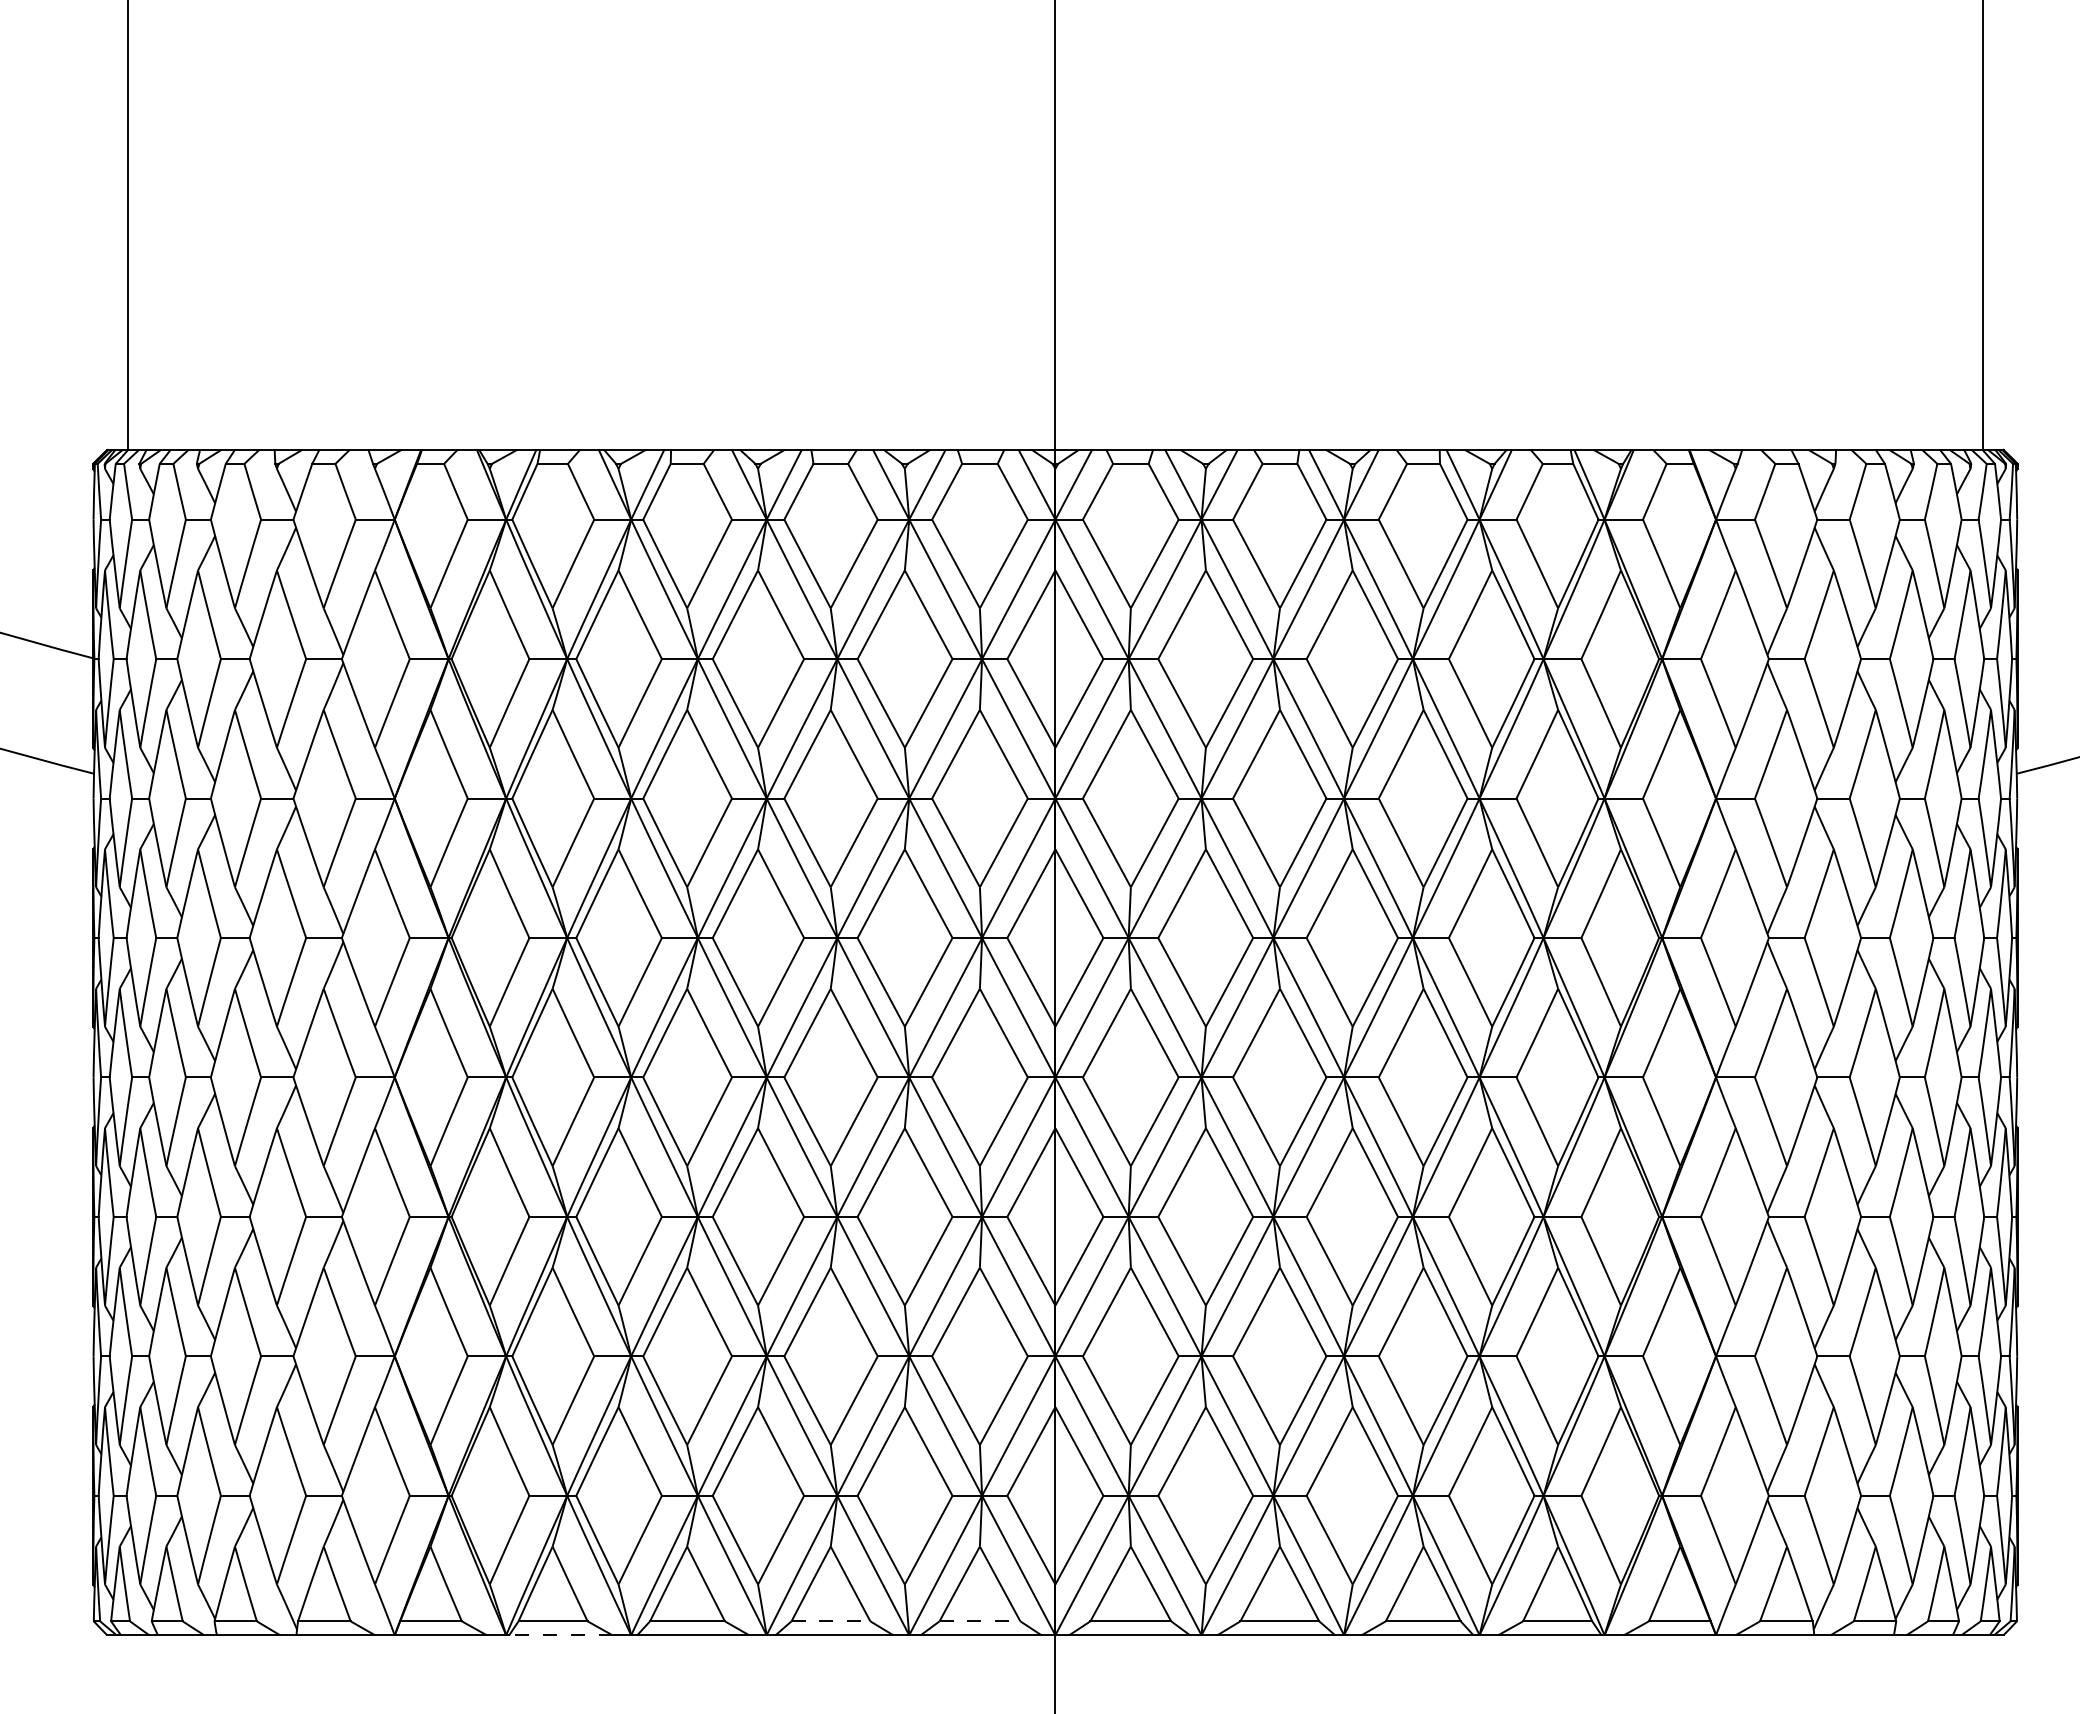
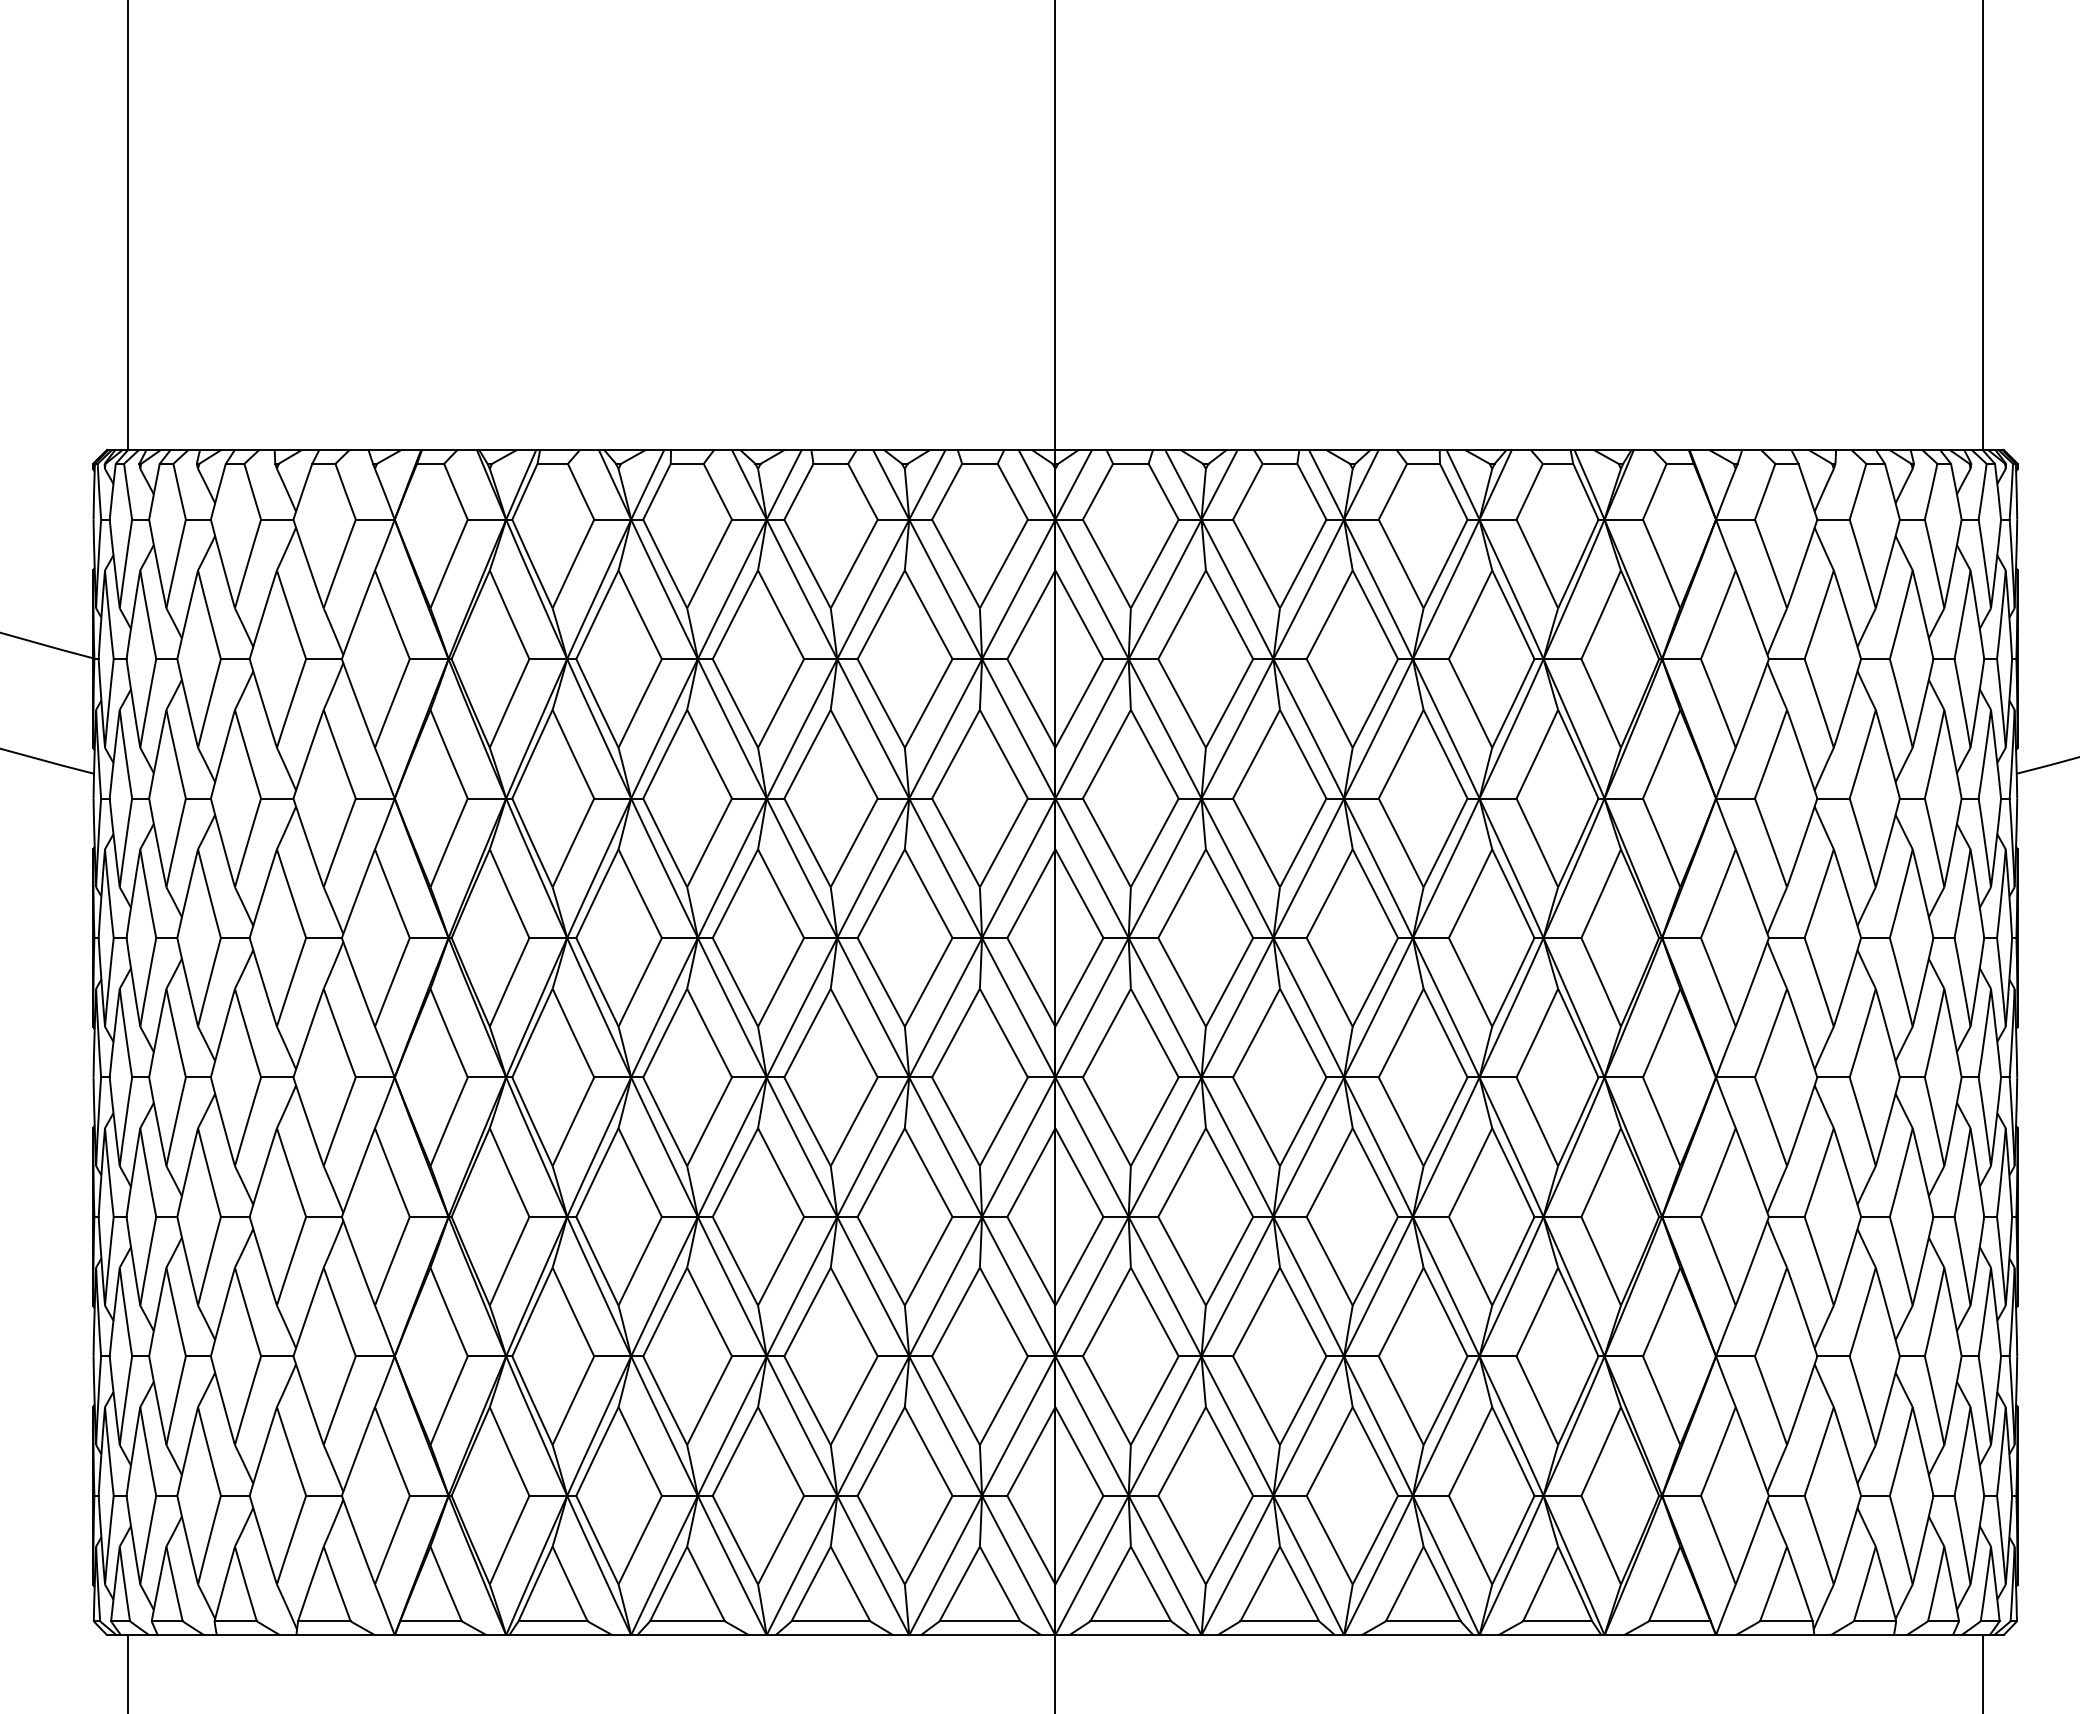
line at (831, 1621): dashed -> solid
line at (980, 1621): dashed -> solid
line at (560, 1635): dashed -> solid
line at (128, 1672): none -> present
line at (1982, 1672): none -> present
